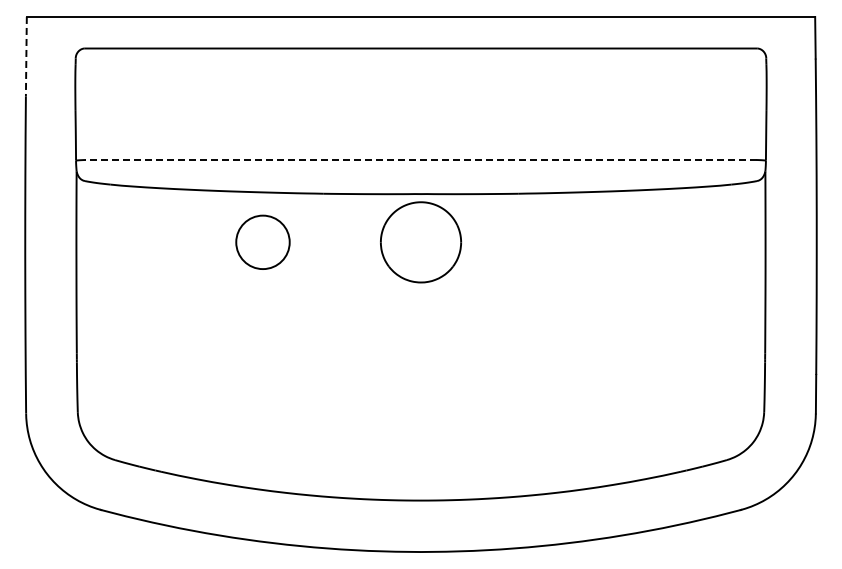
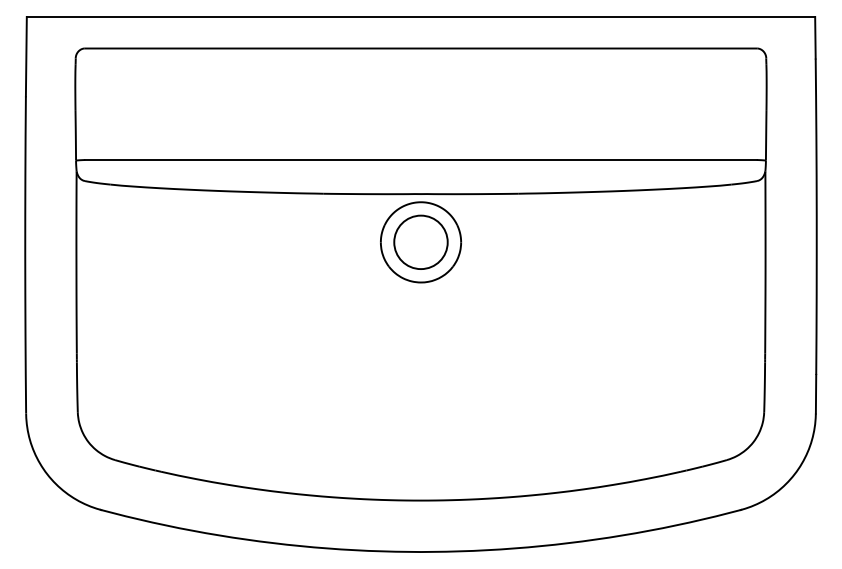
line at (26, 56): dashed -> solid
line at (421, 160): dashed -> solid
circle at (262, 241) position: (262, 241) -> (420, 241)
